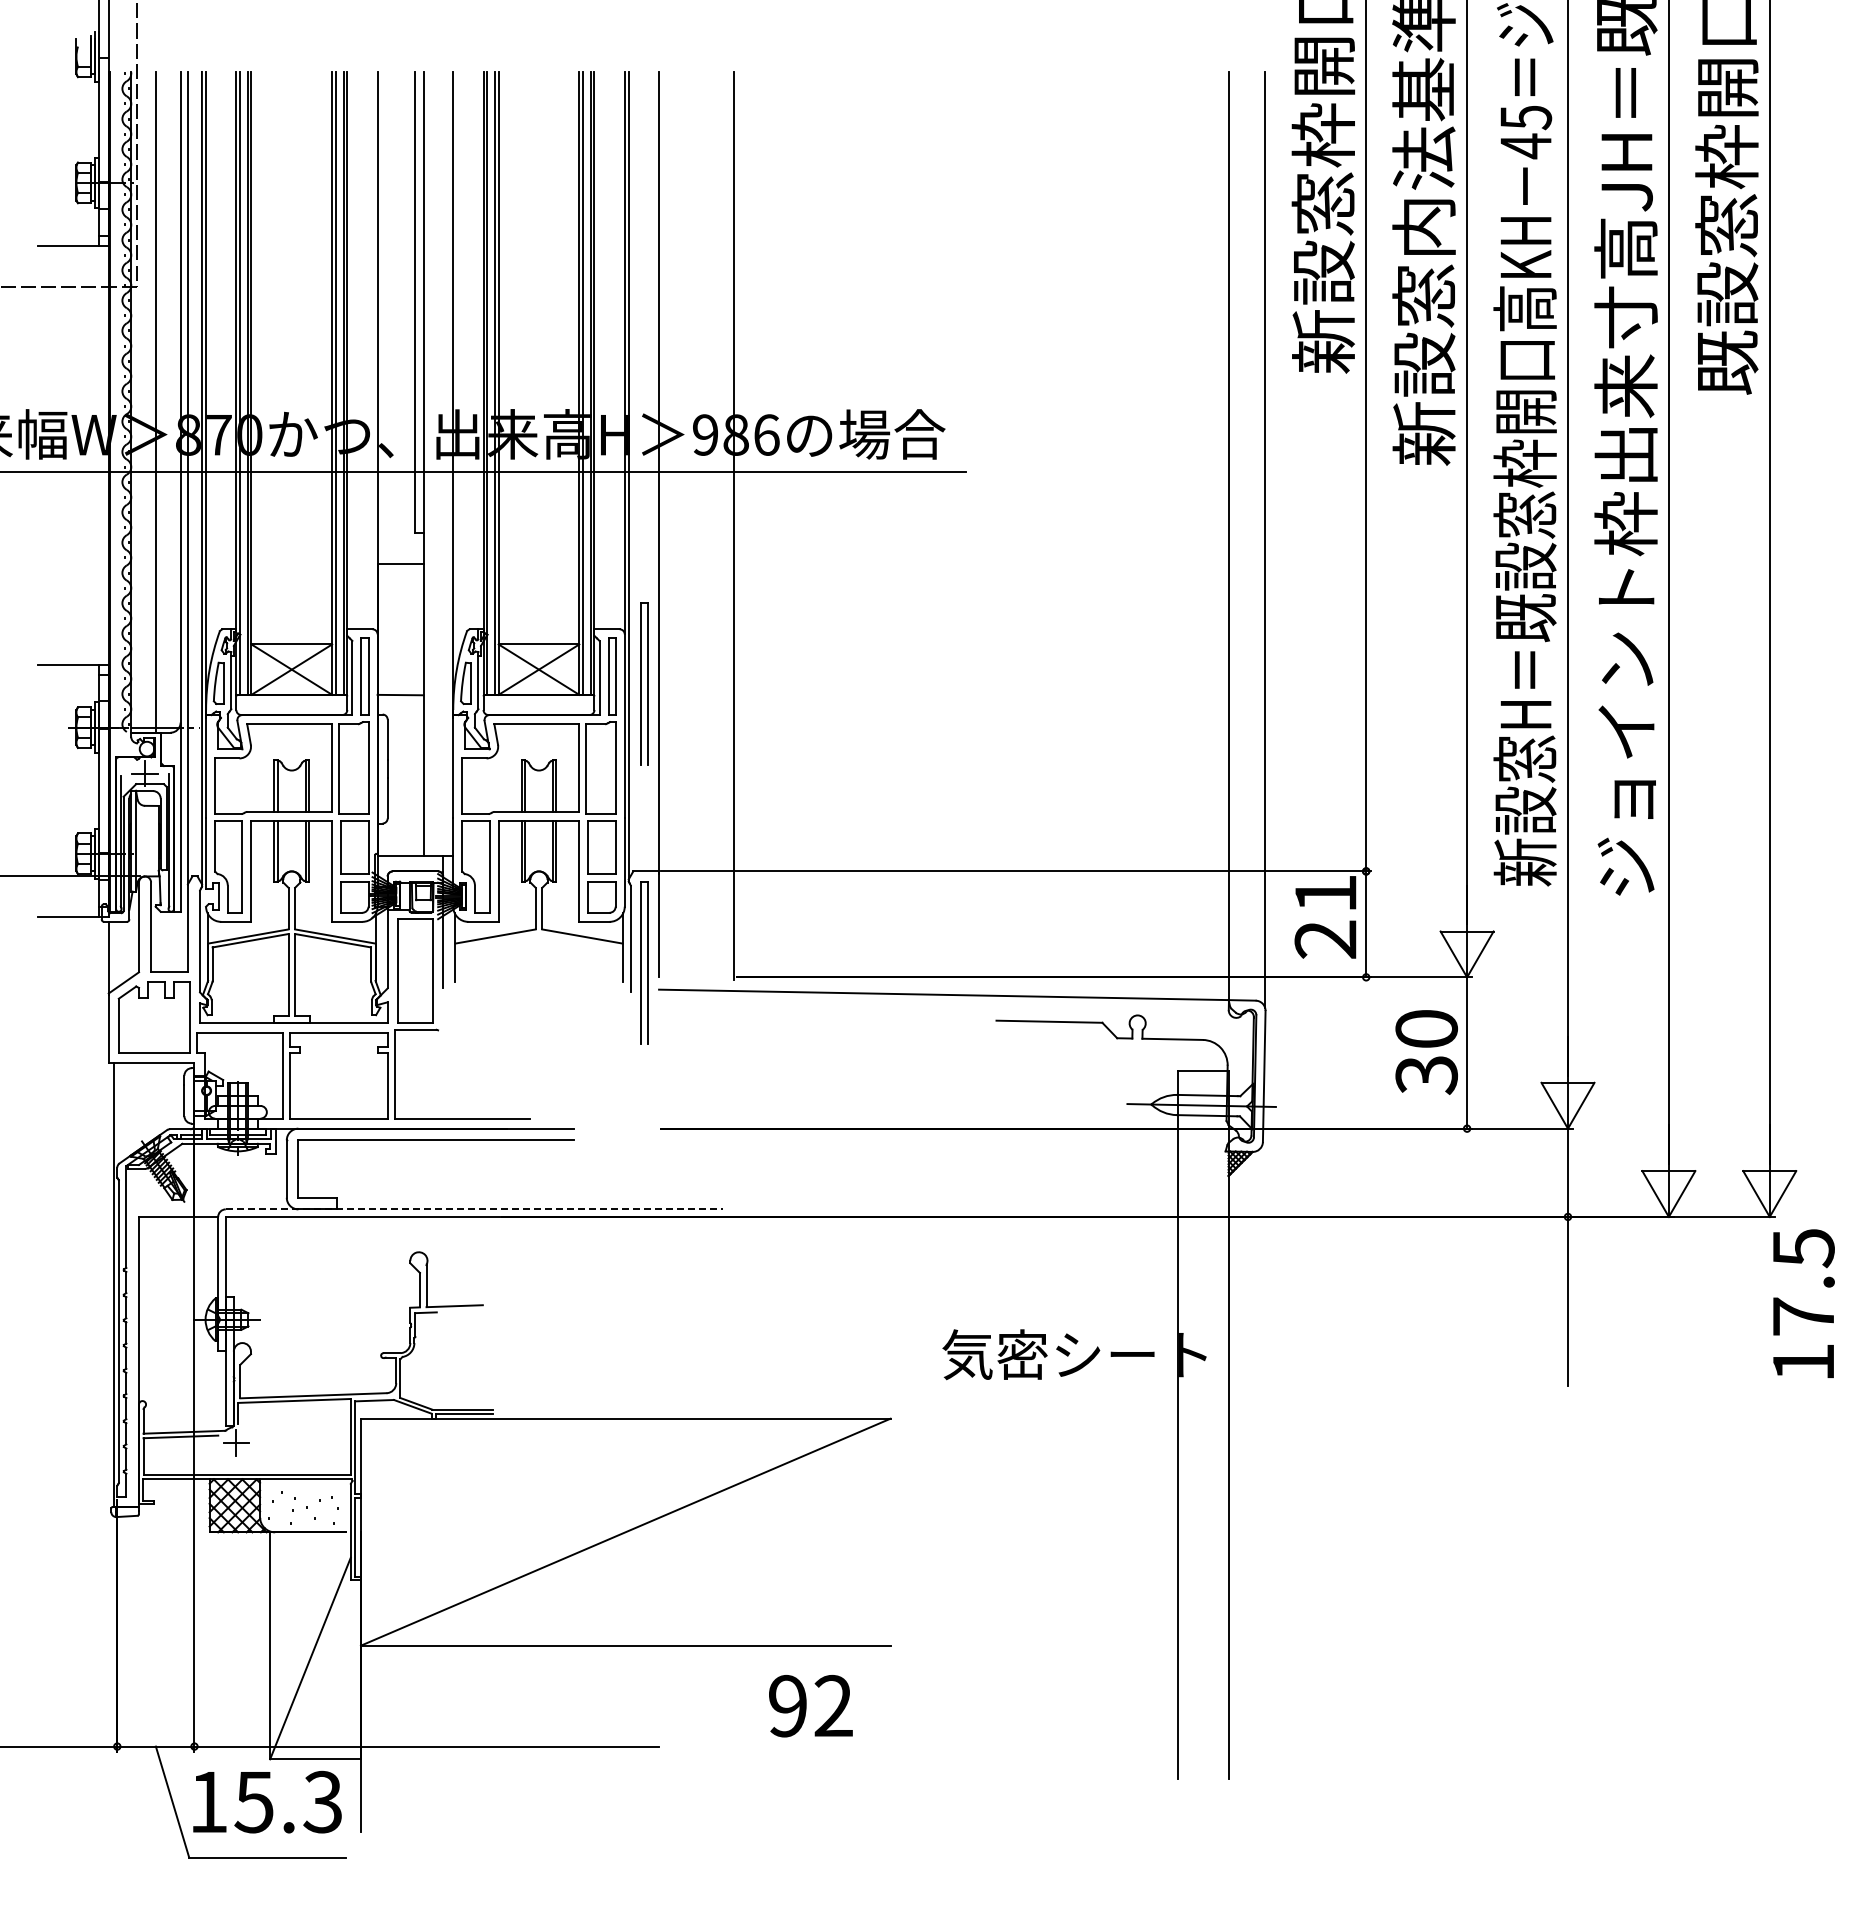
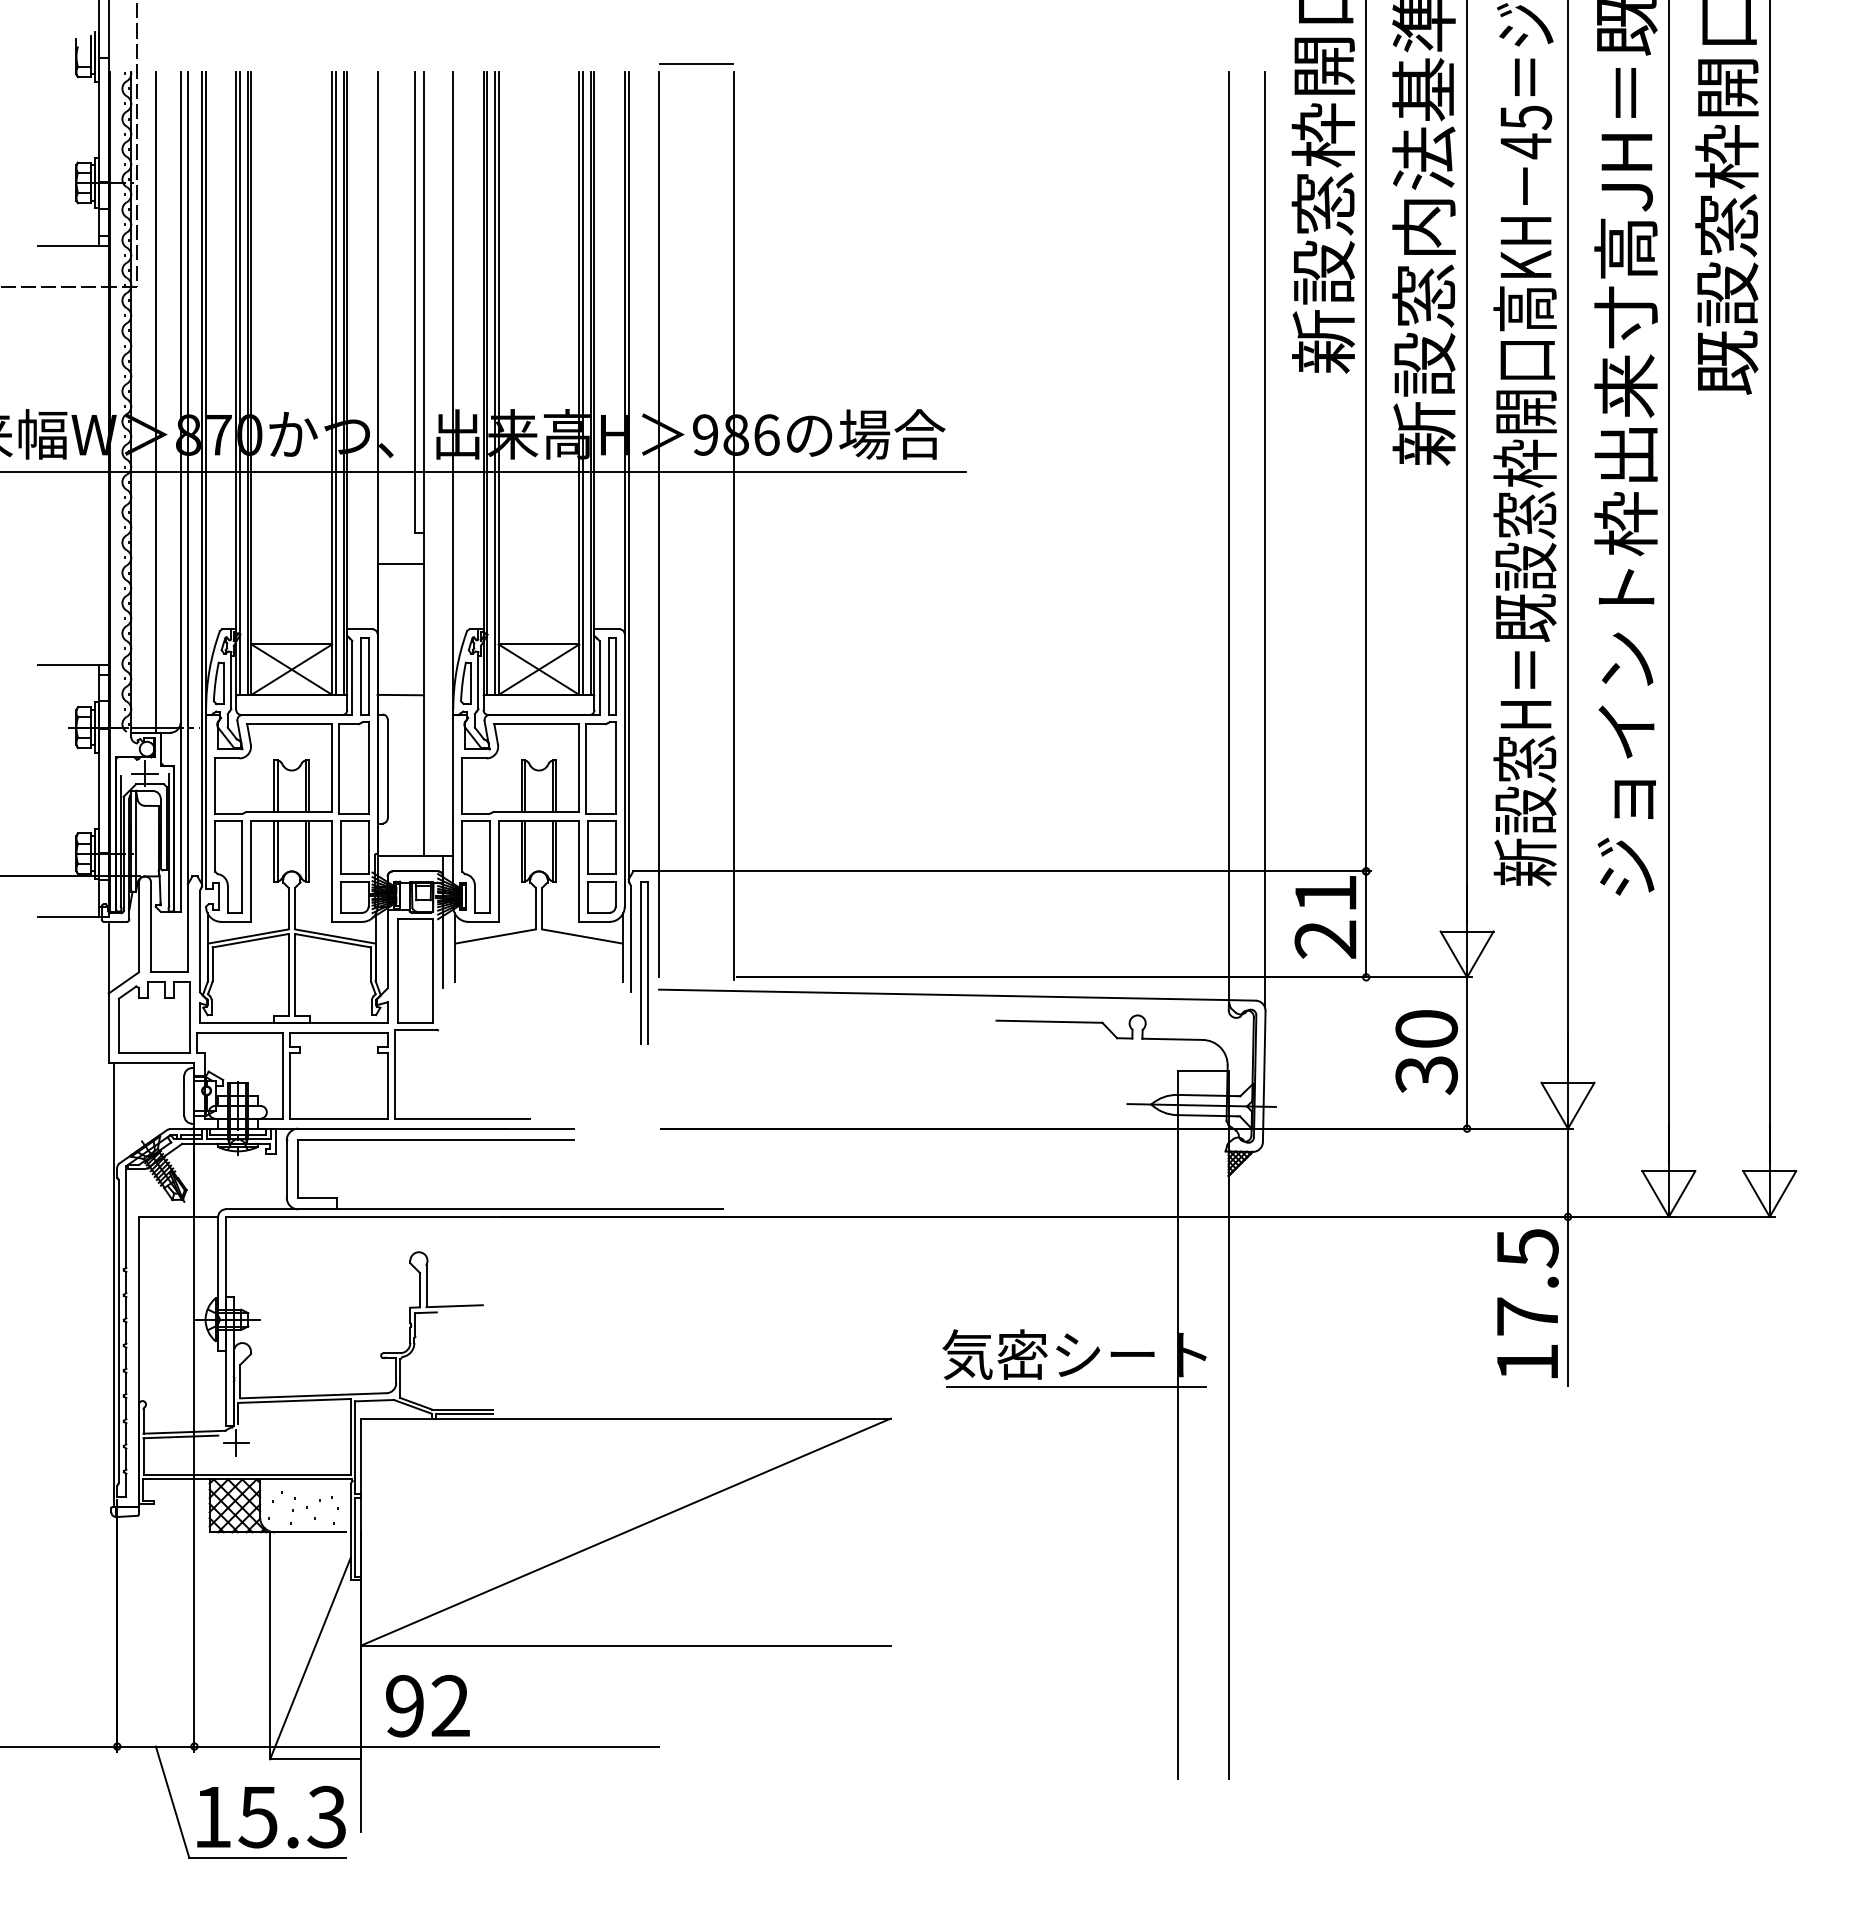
line at (696, 64): none -> present
part at (644, 683): present -> none
line at (474, 1209): dashed -> solid
text at (1803, 1303) position: (1803, 1303) -> (1527, 1303)
line at (1076, 1386): none -> present
text at (810, 1706) position: (810, 1706) -> (427, 1706)
text at (267, 1801) position: (267, 1801) -> (271, 1816)
